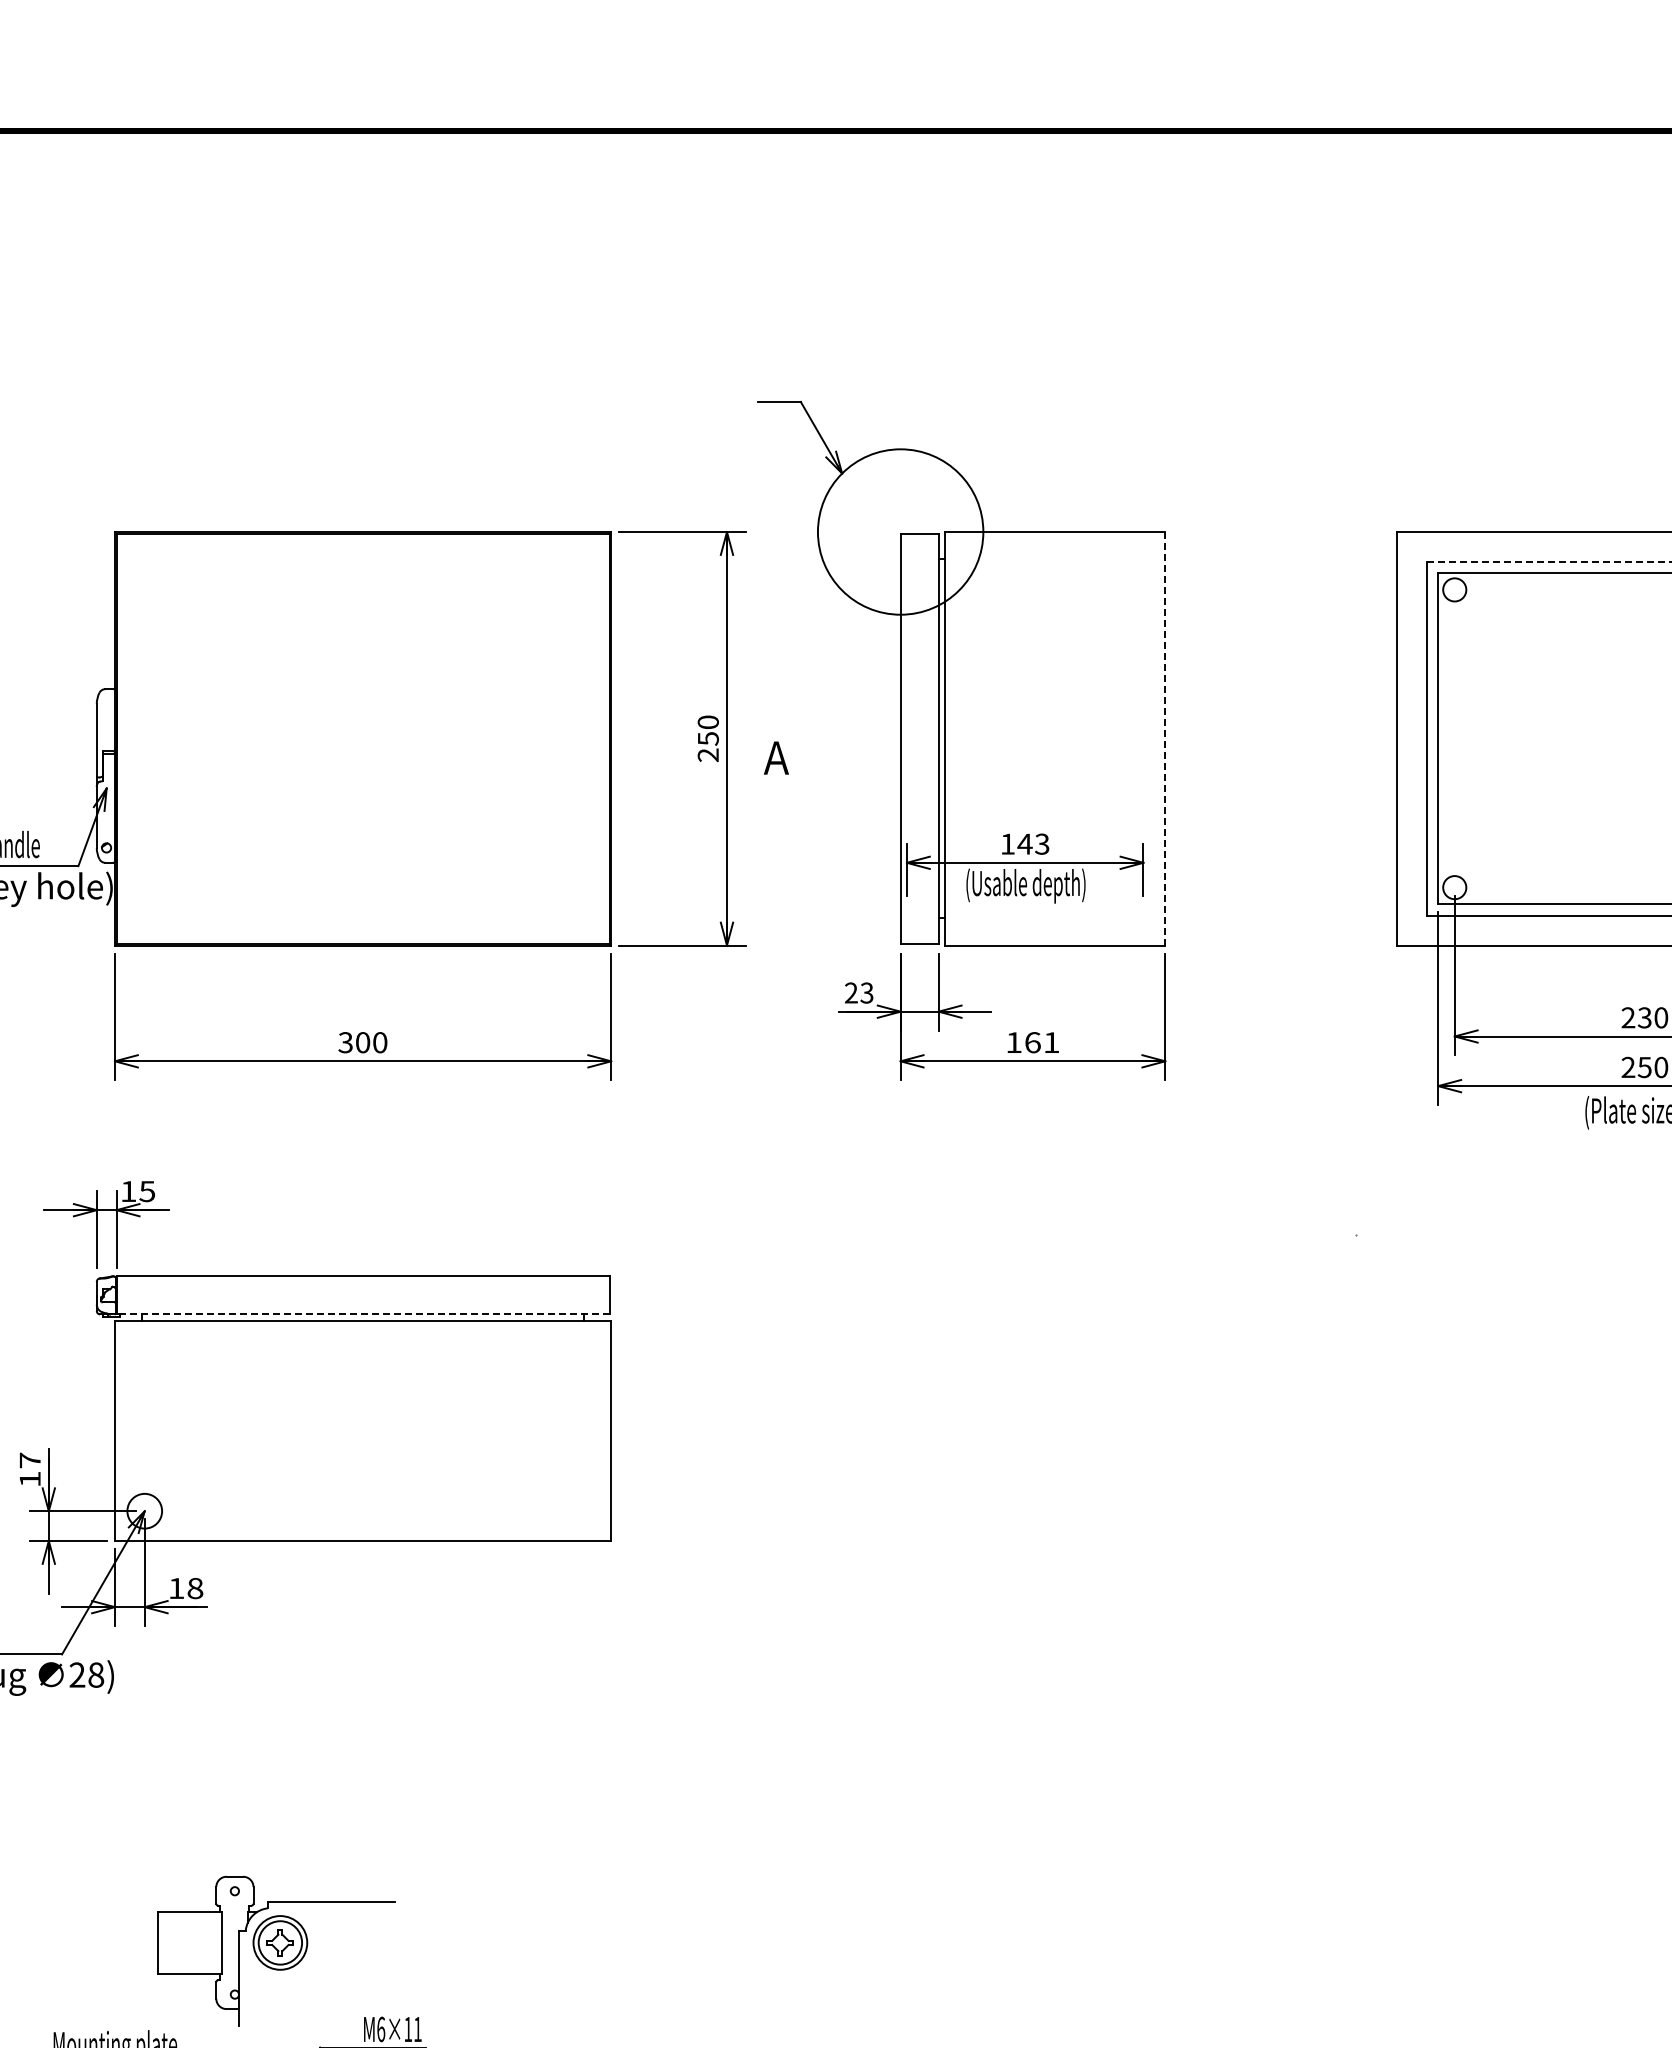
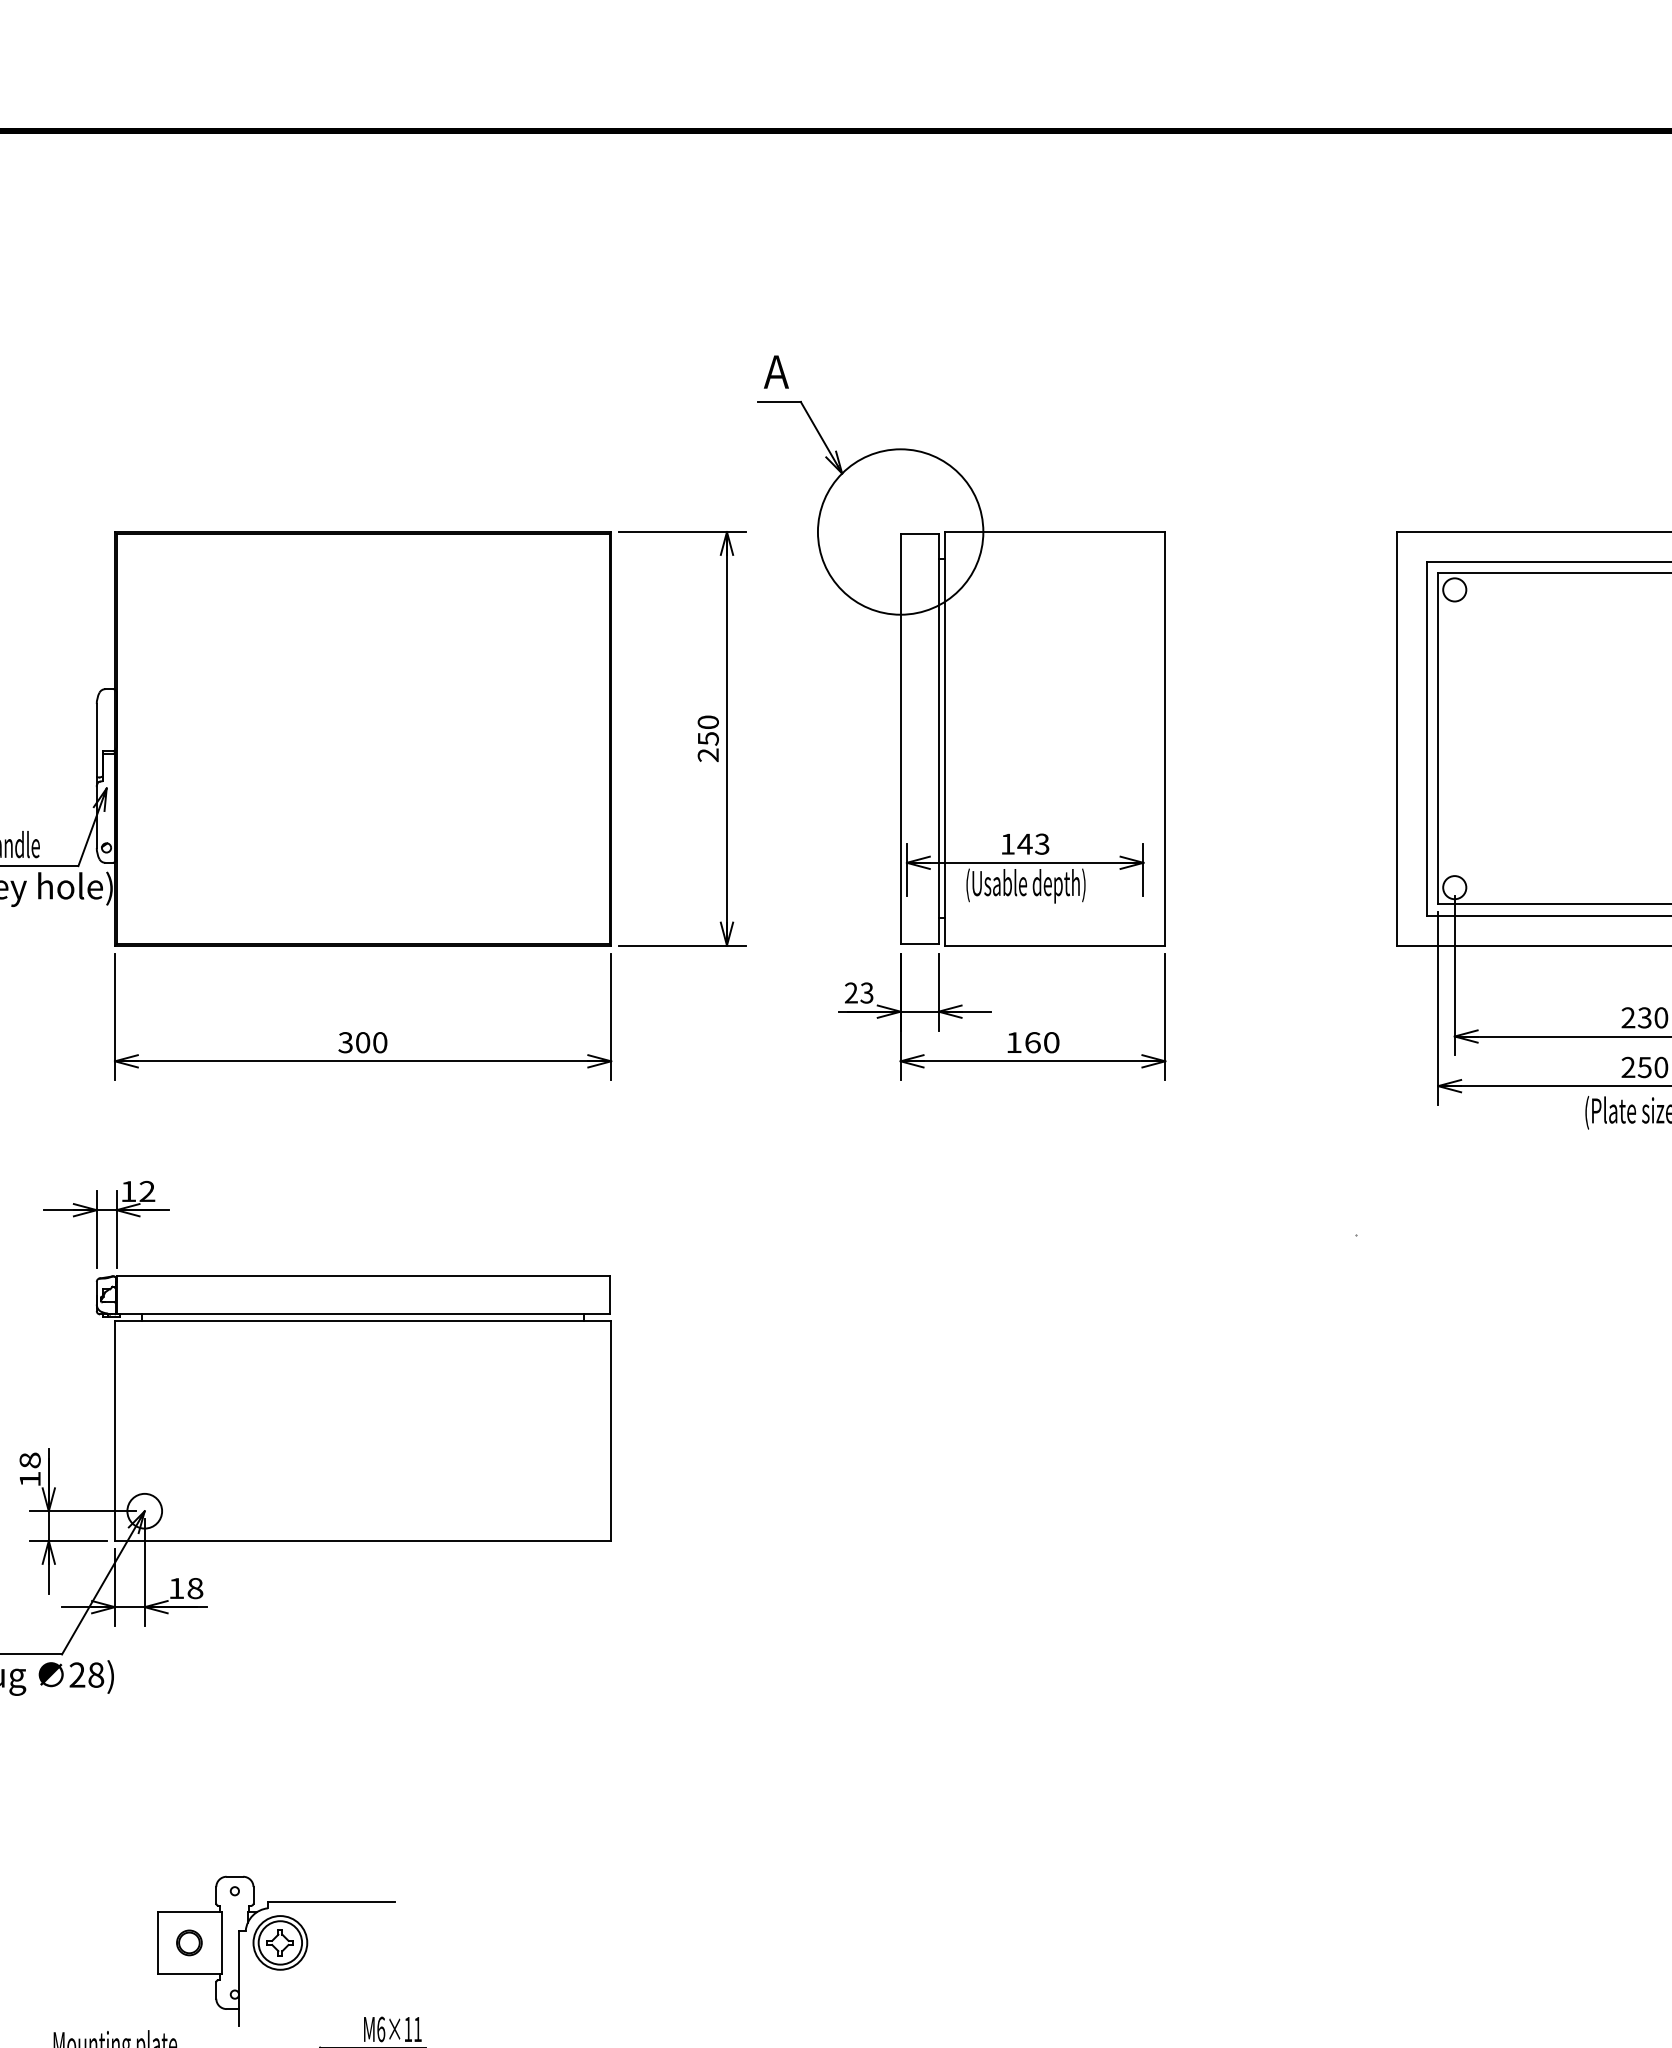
line at (1549, 561): dashed -> solid
line at (1165, 738): dashed -> solid
text at (776, 757) position: (776, 757) -> (776, 371)
text at (1051, 1042): 161 -> 160
text at (147, 1191): 15 -> 12
line at (362, 1314): dashed -> solid
text at (29, 1460): 17 -> 18
part at (189, 1942): none -> present
